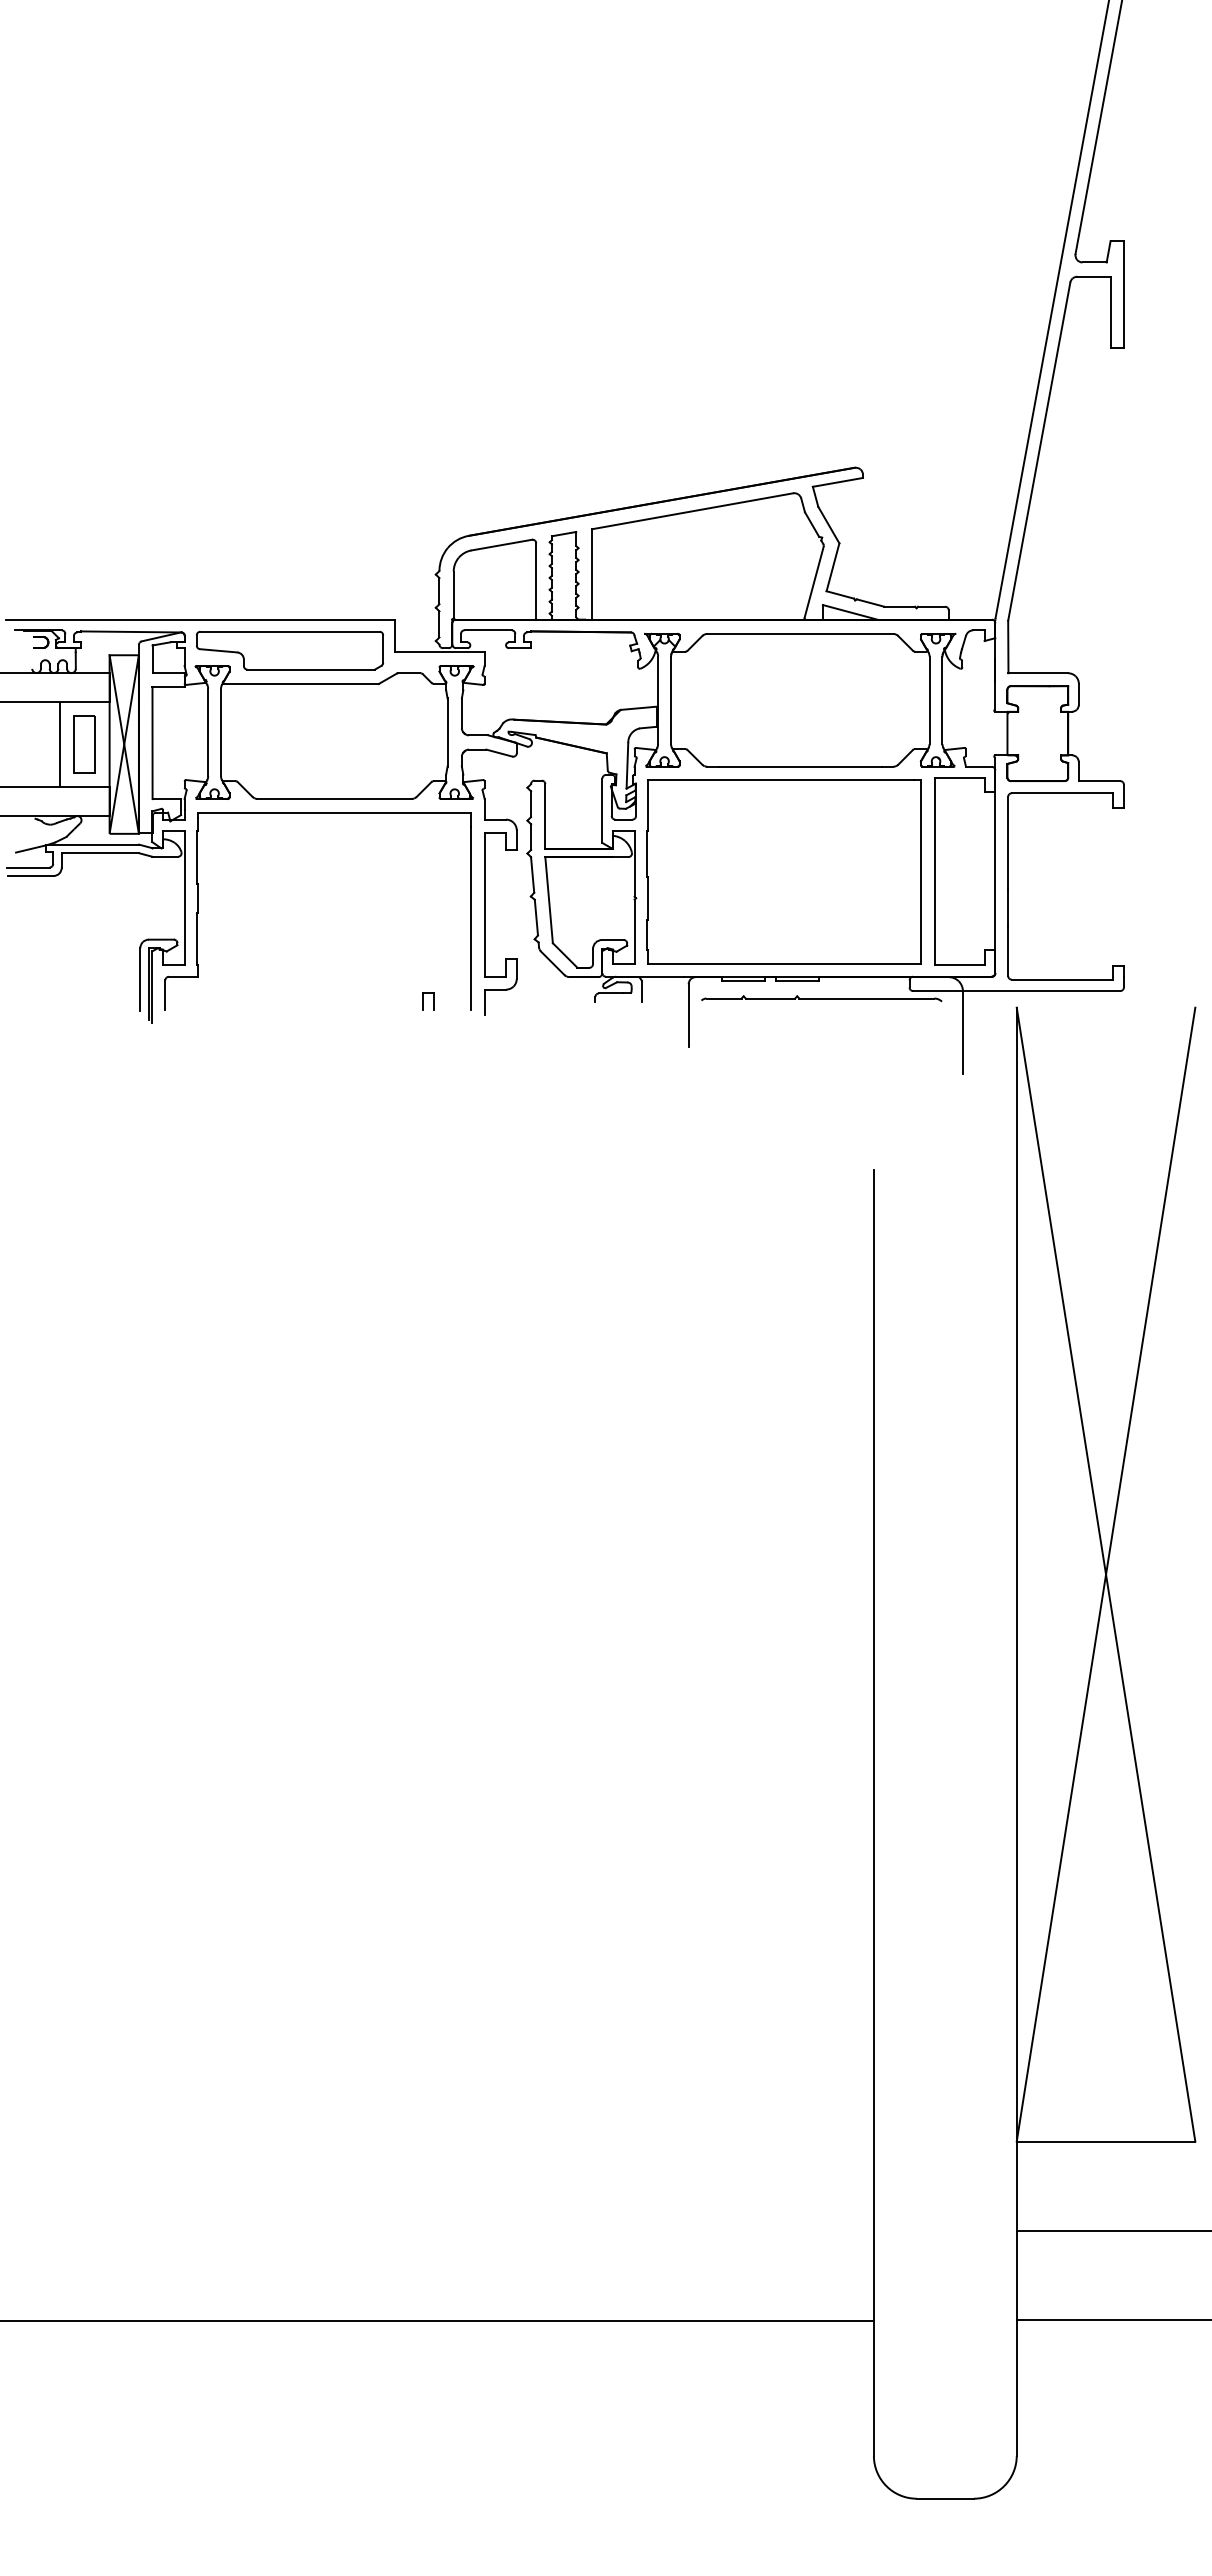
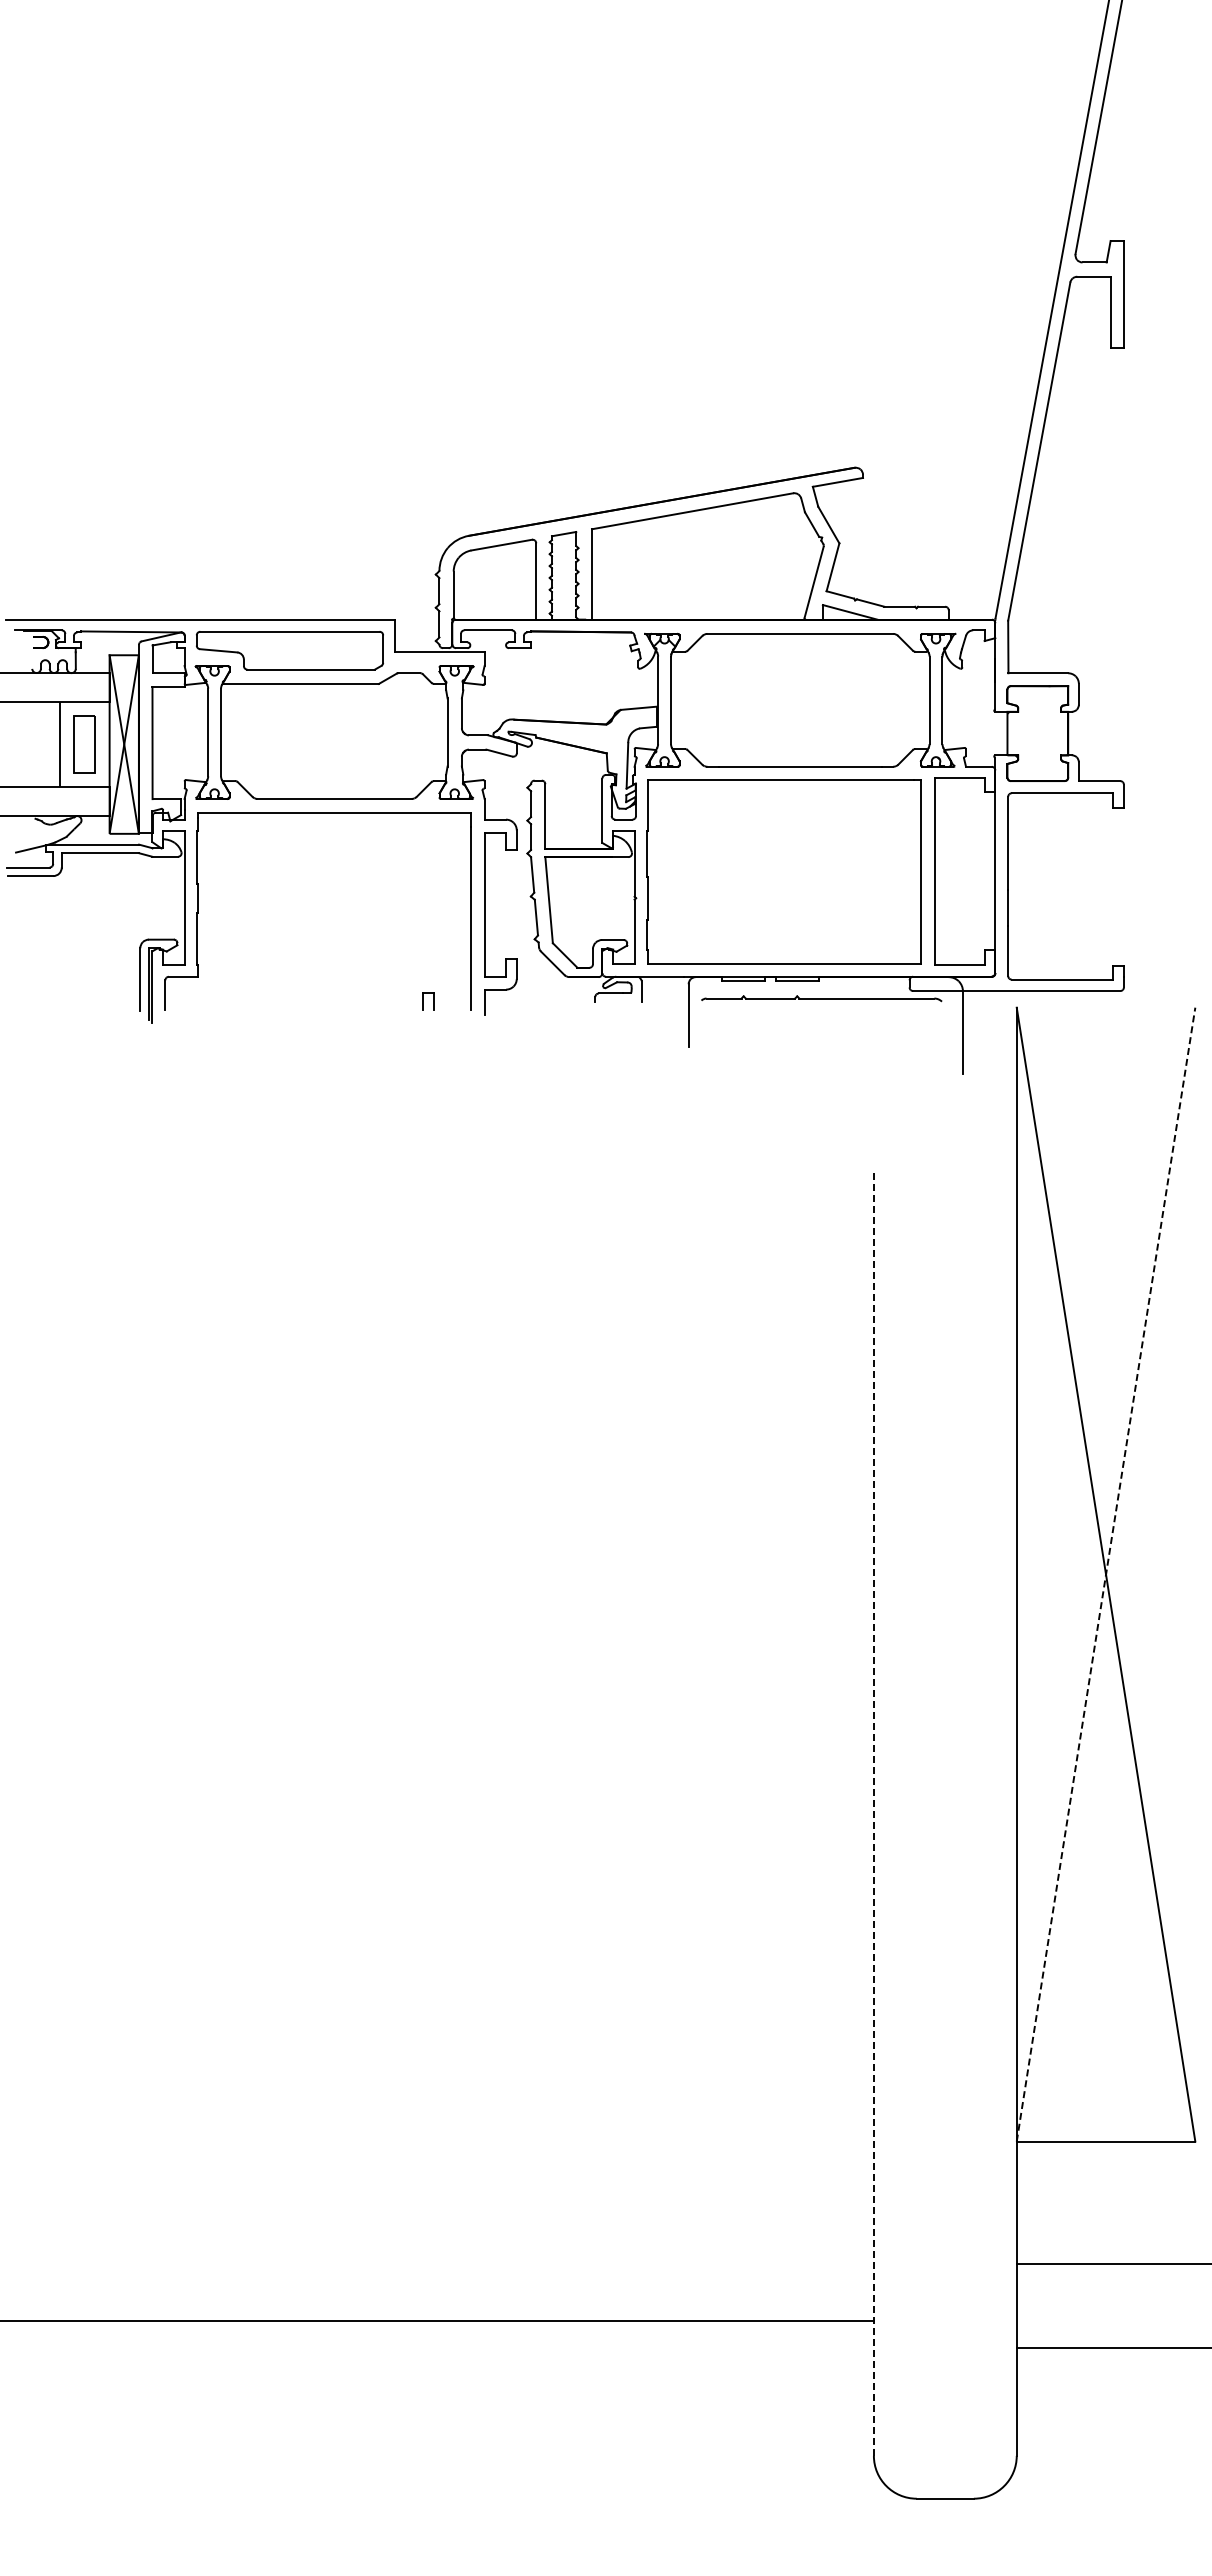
line at (1106, 1574): solid -> dashed
line at (873, 1812): solid -> dashed
line at (1112, 2230) position: (1112, 2230) -> (1112, 2263)
line at (1112, 2320) position: (1112, 2320) -> (1112, 2348)
